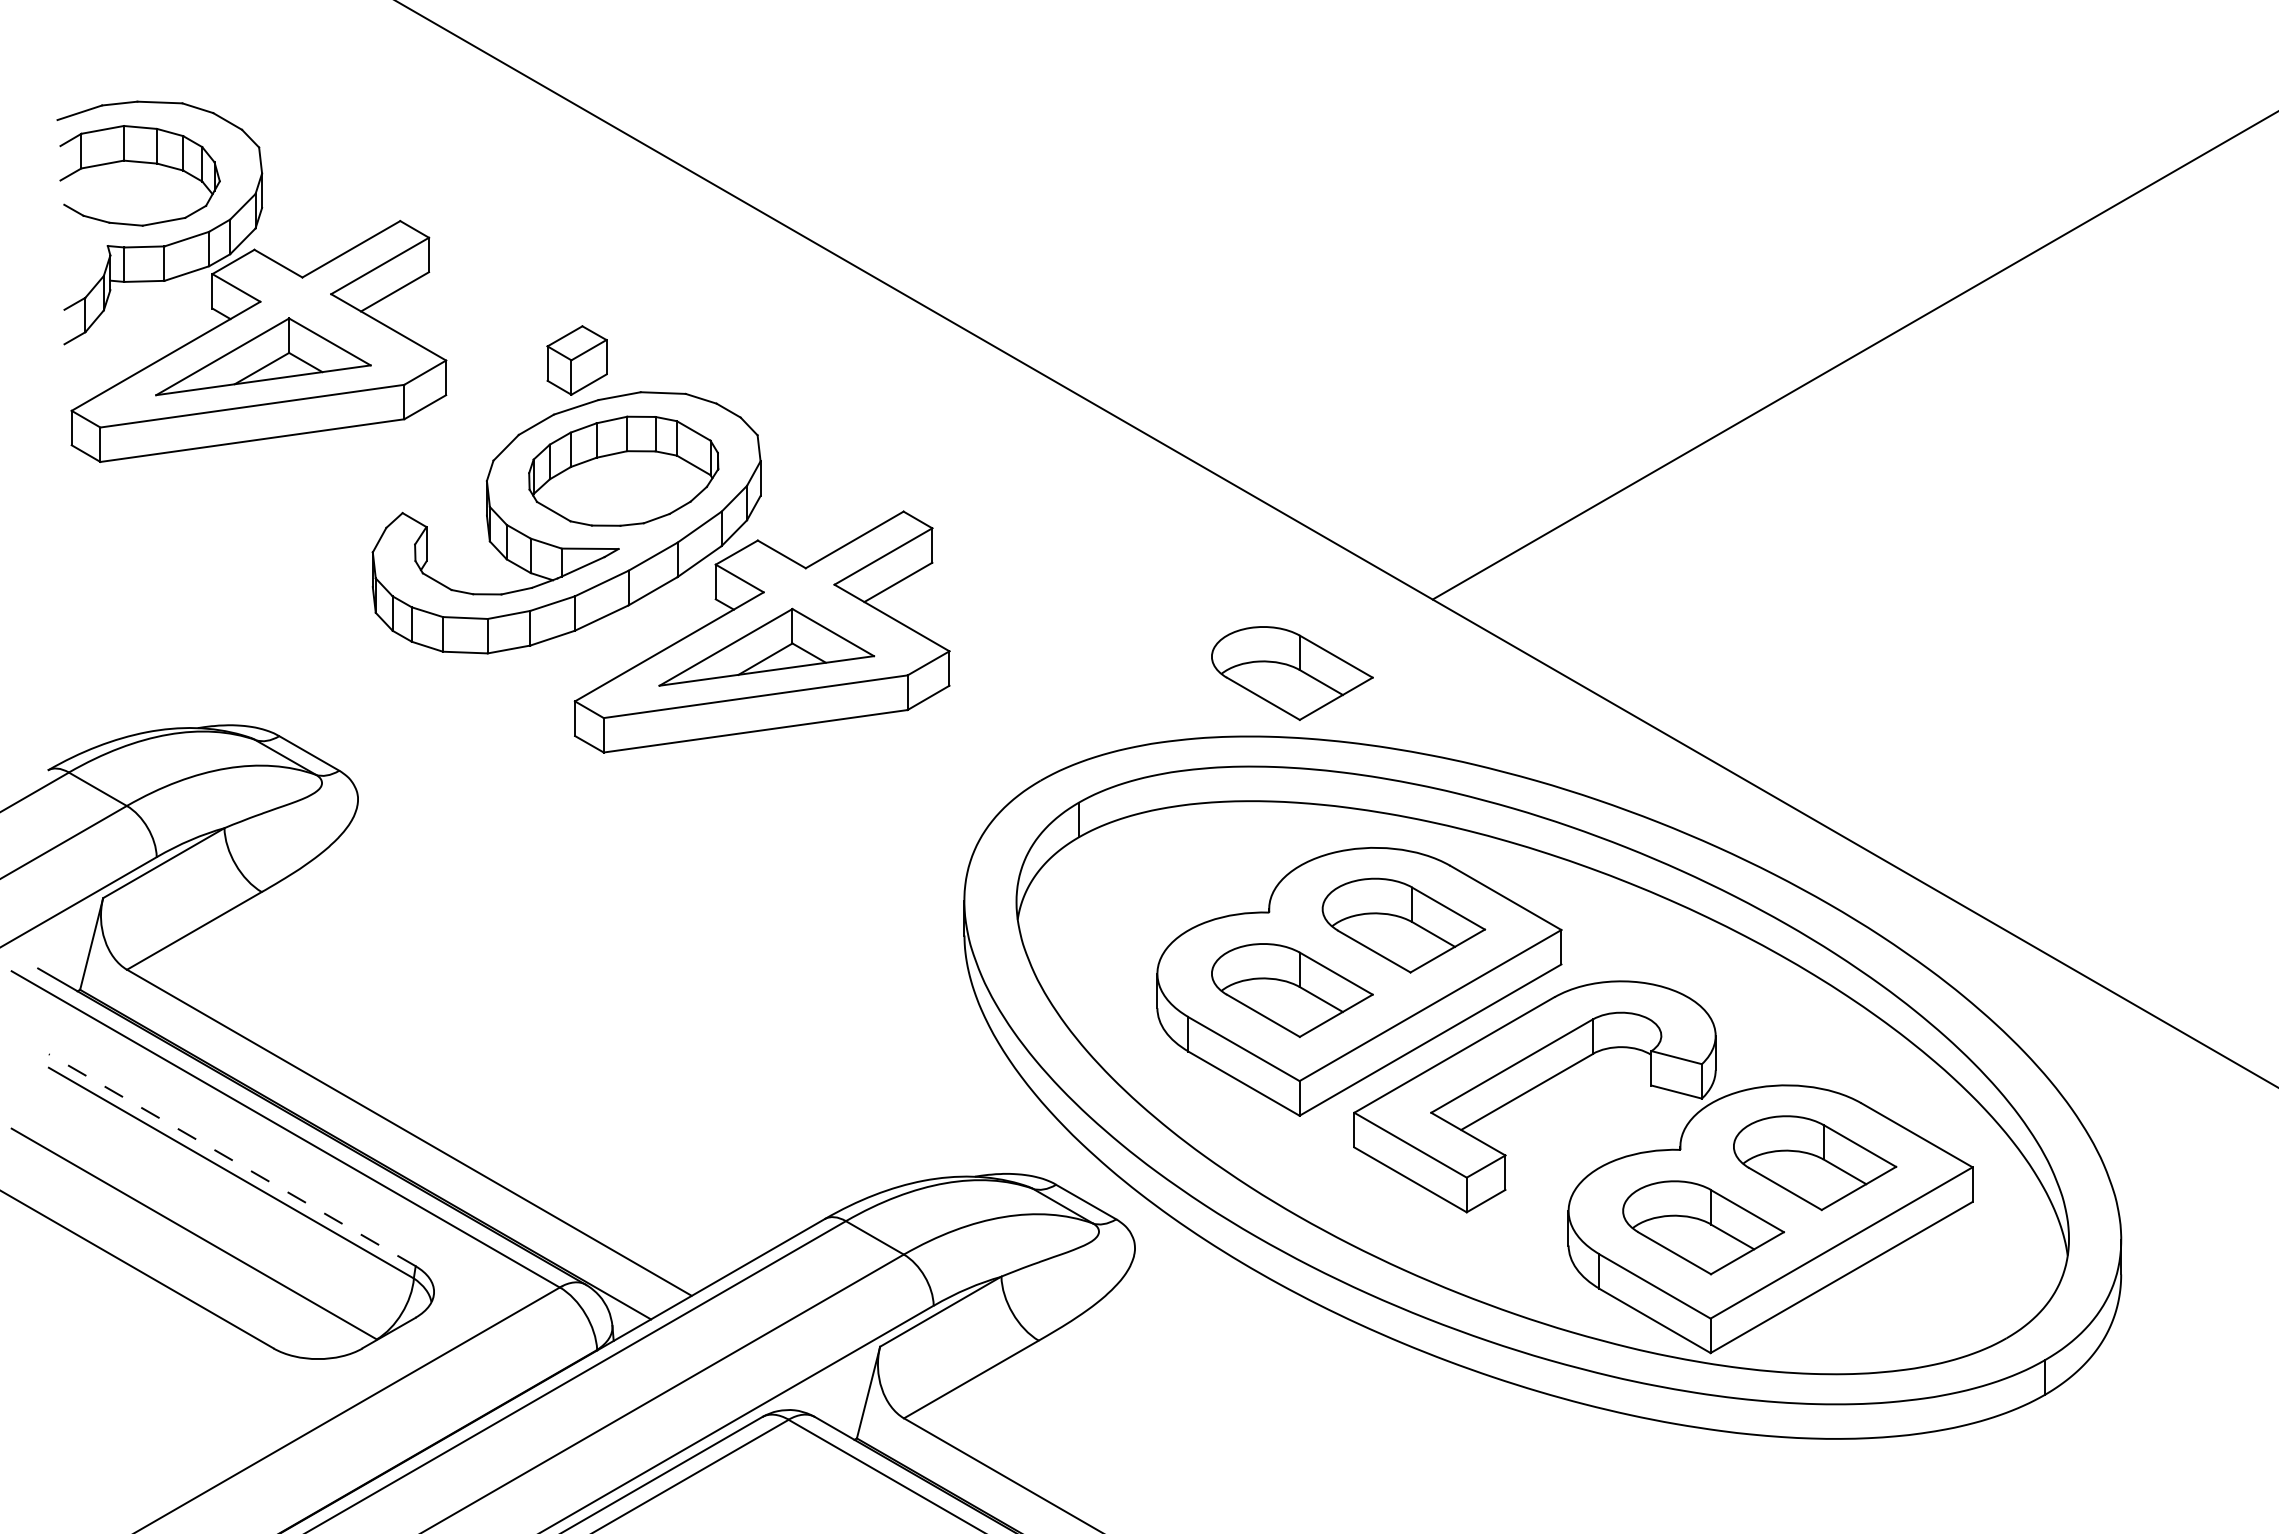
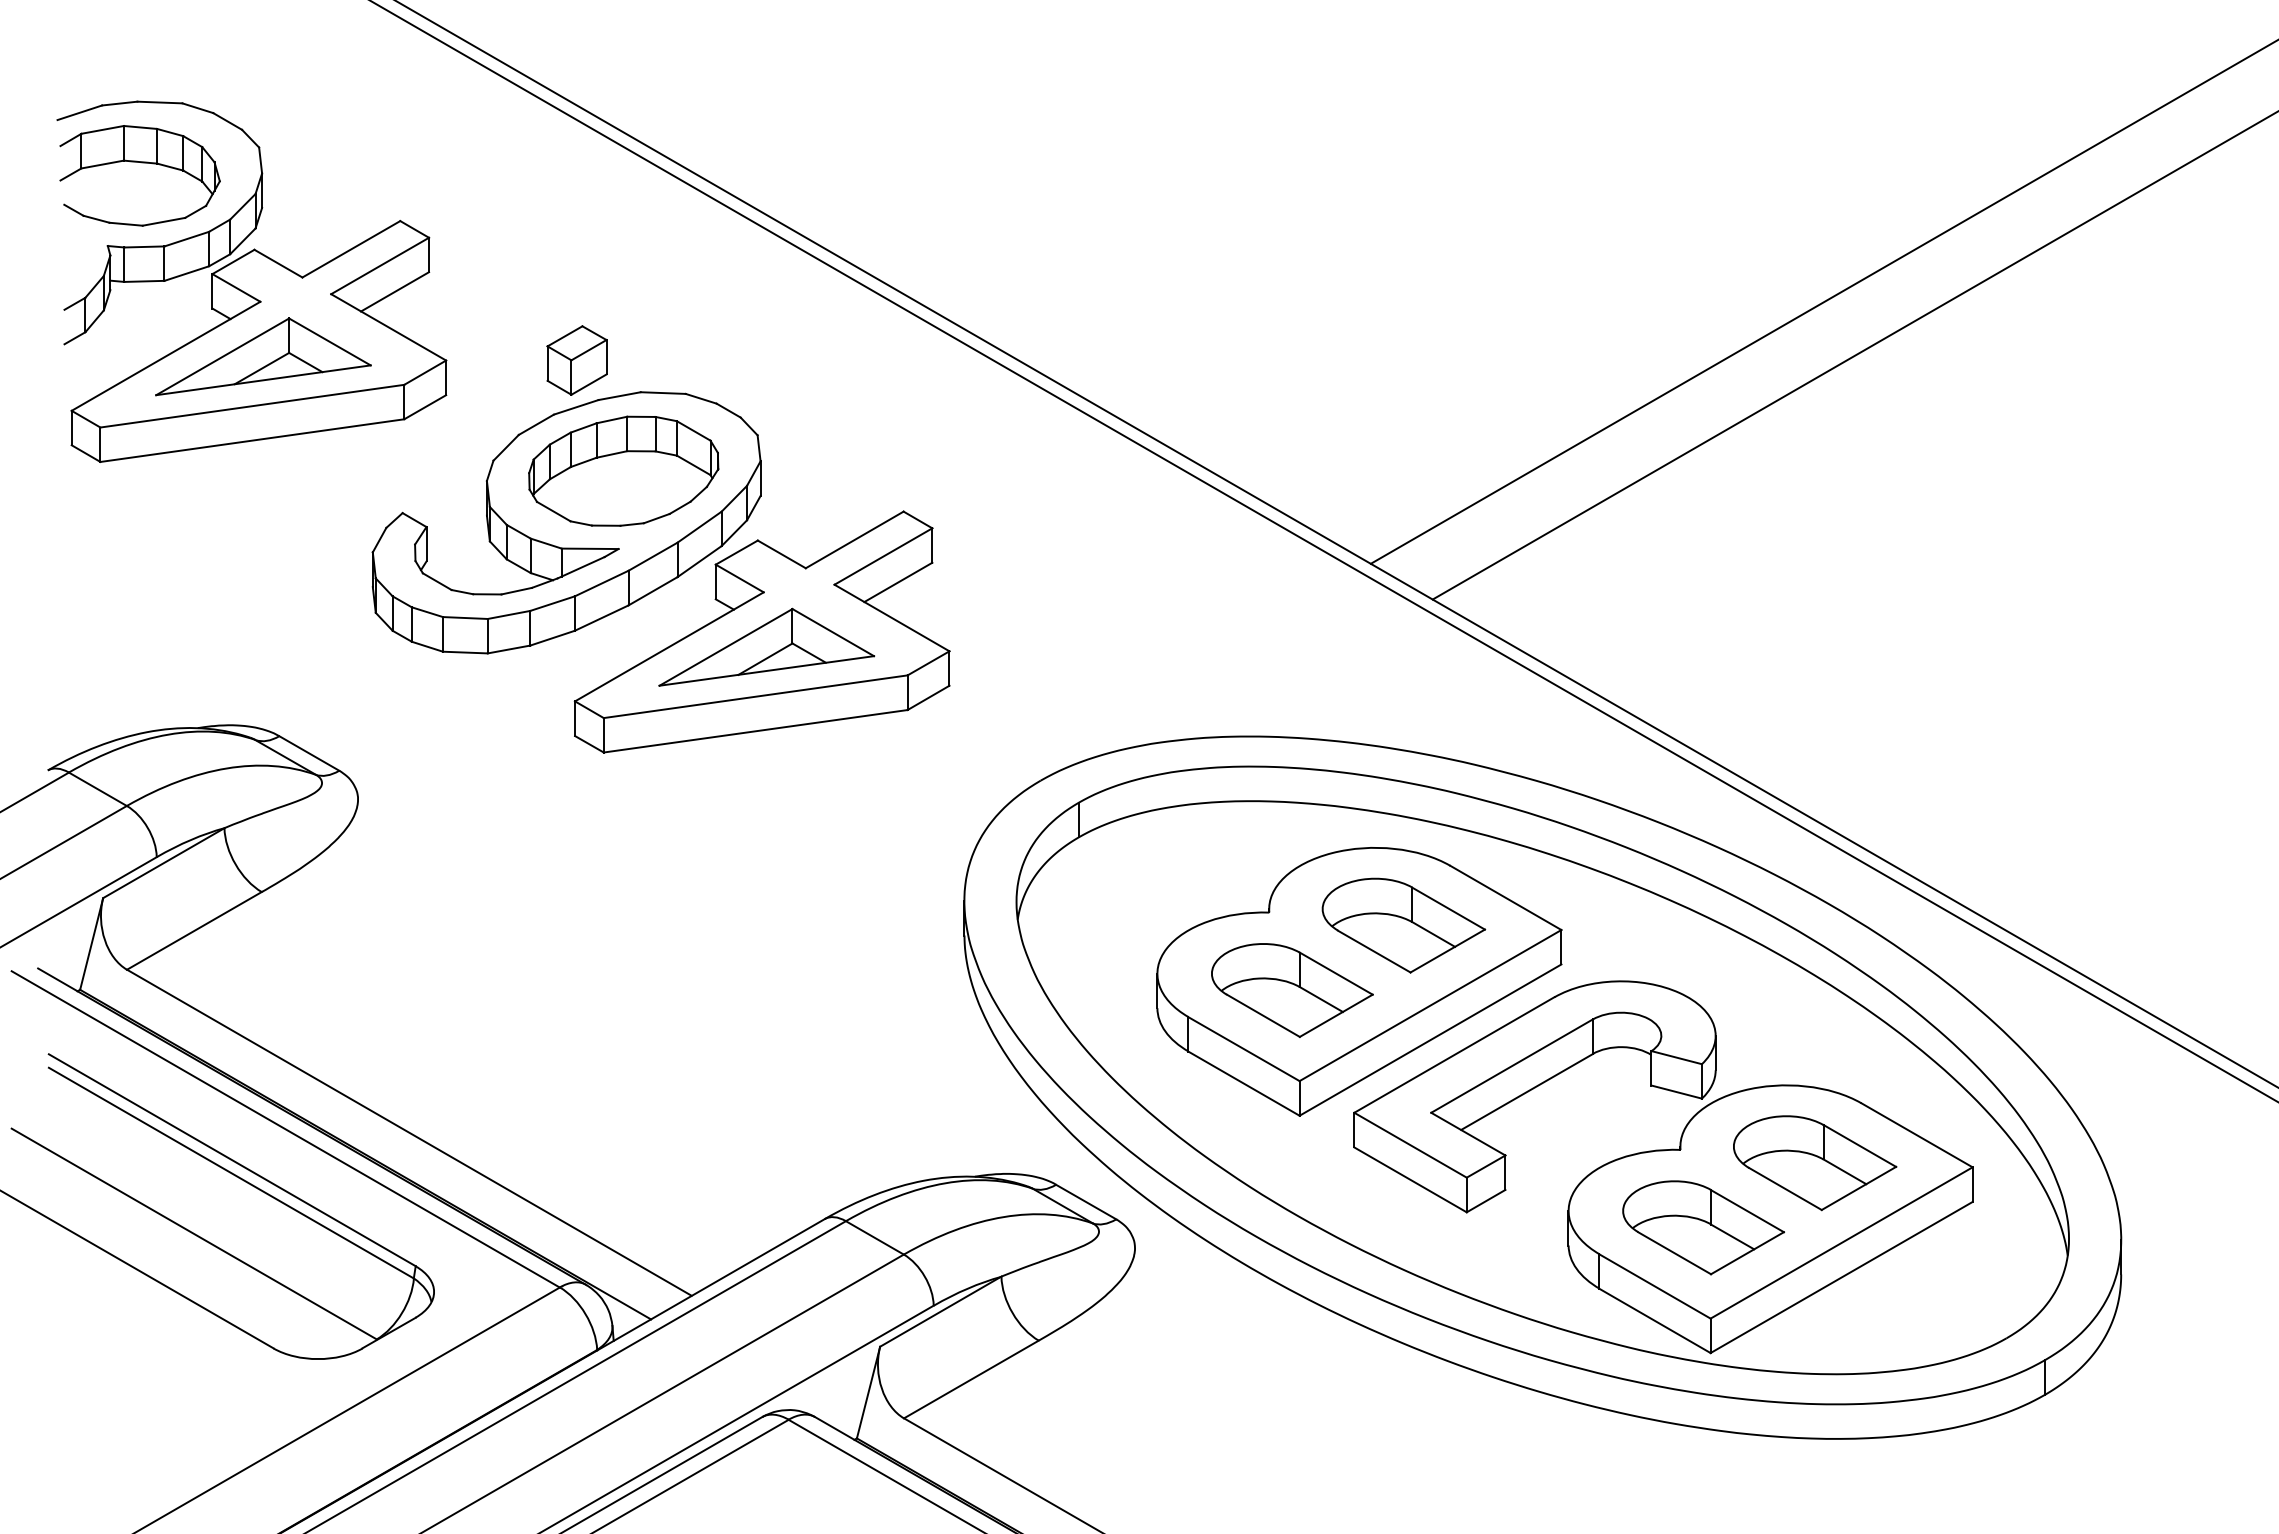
line at (1822, 302): none -> present
line at (1324, 551): none -> present
part at (1292, 673): present -> none
line at (232, 1160): dashed -> solid
